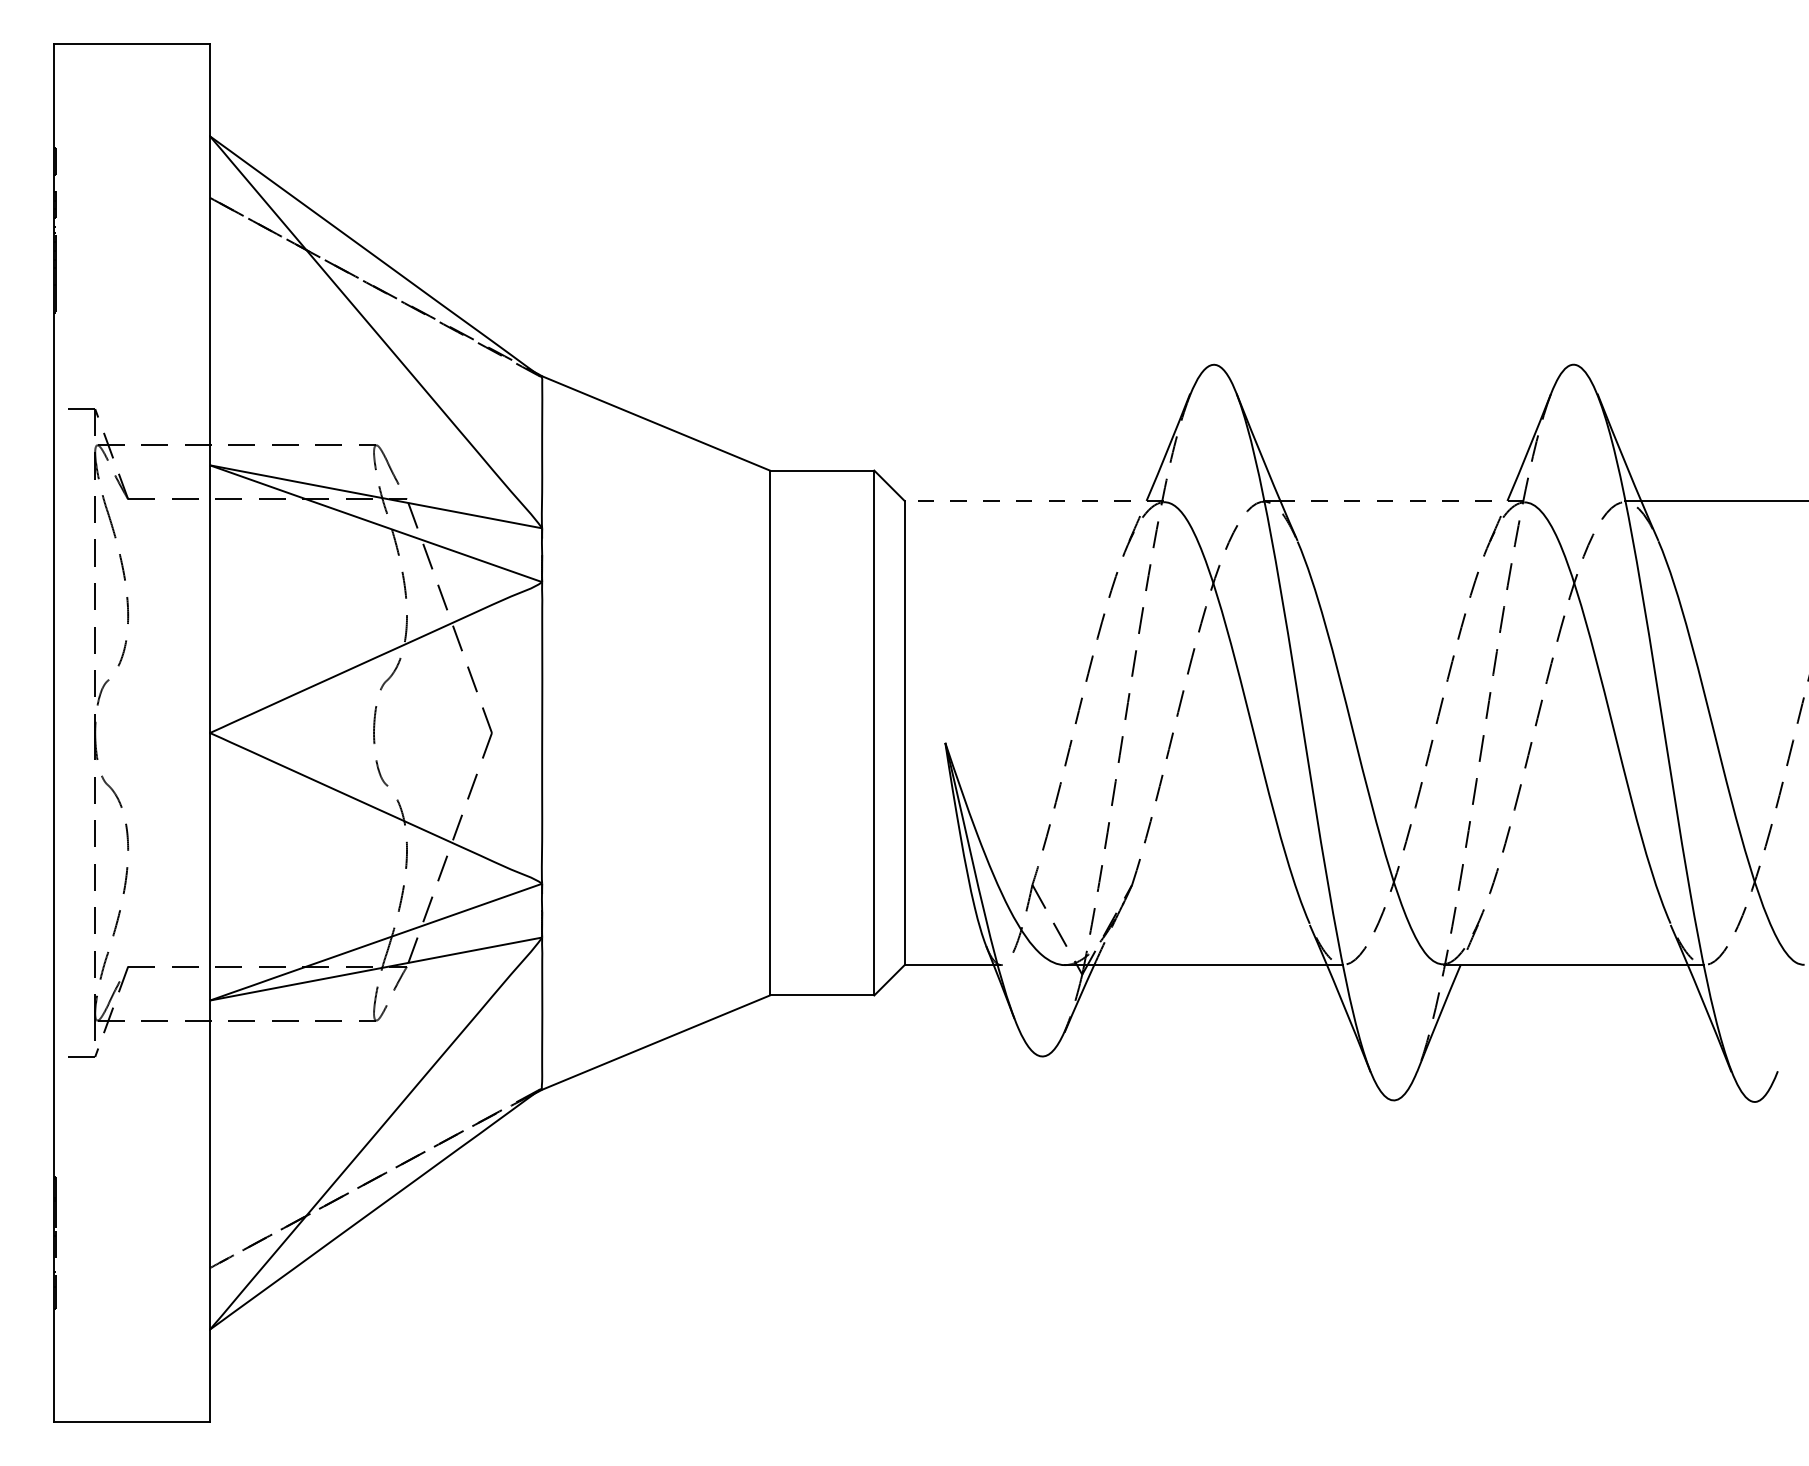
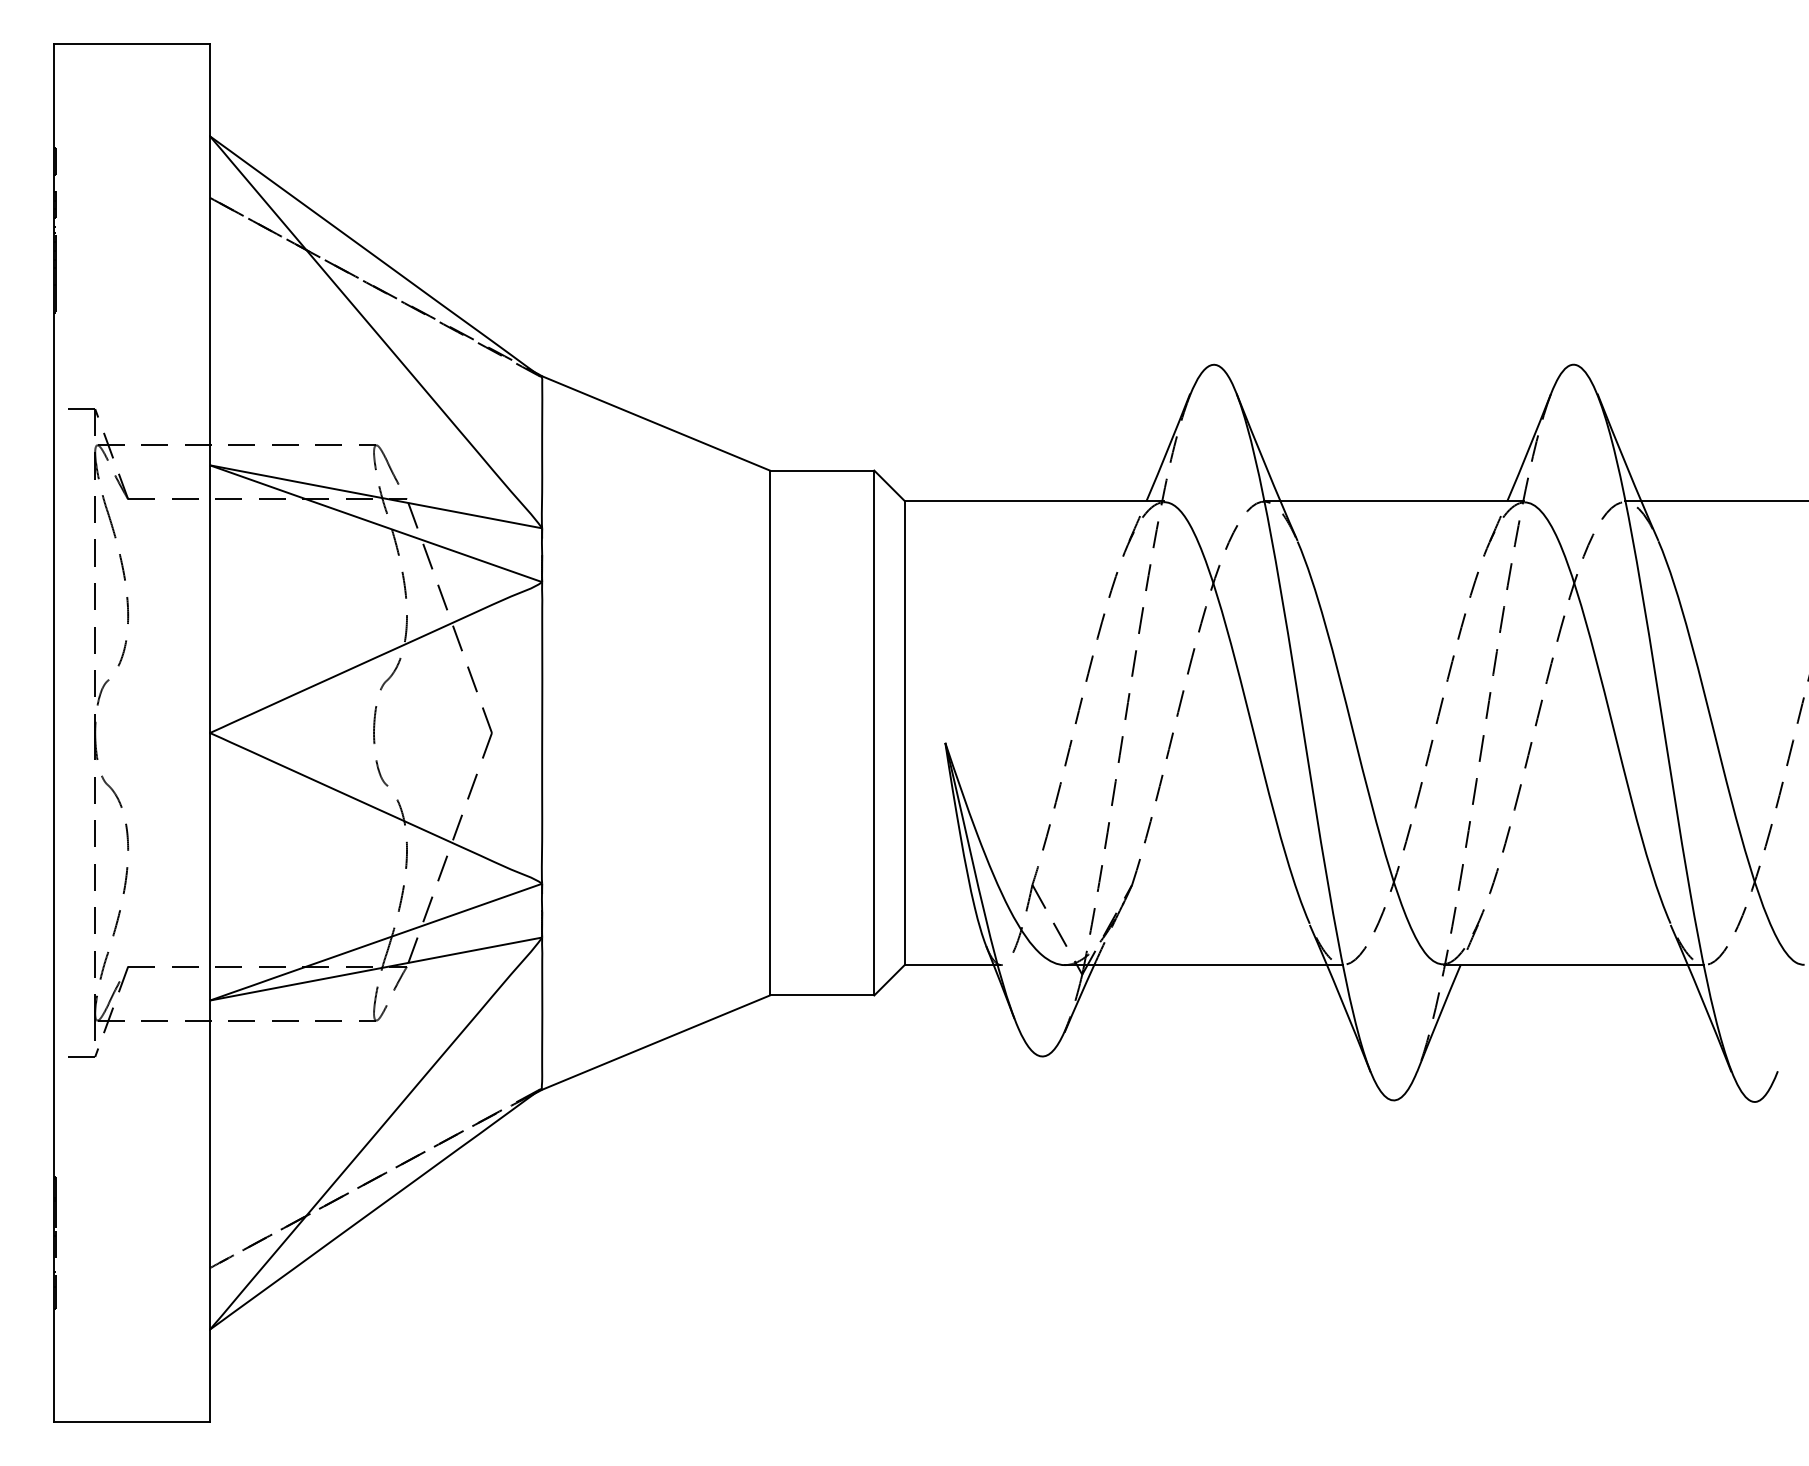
line at (1033, 500): dashed -> solid
line at (1401, 500): dashed -> solid
